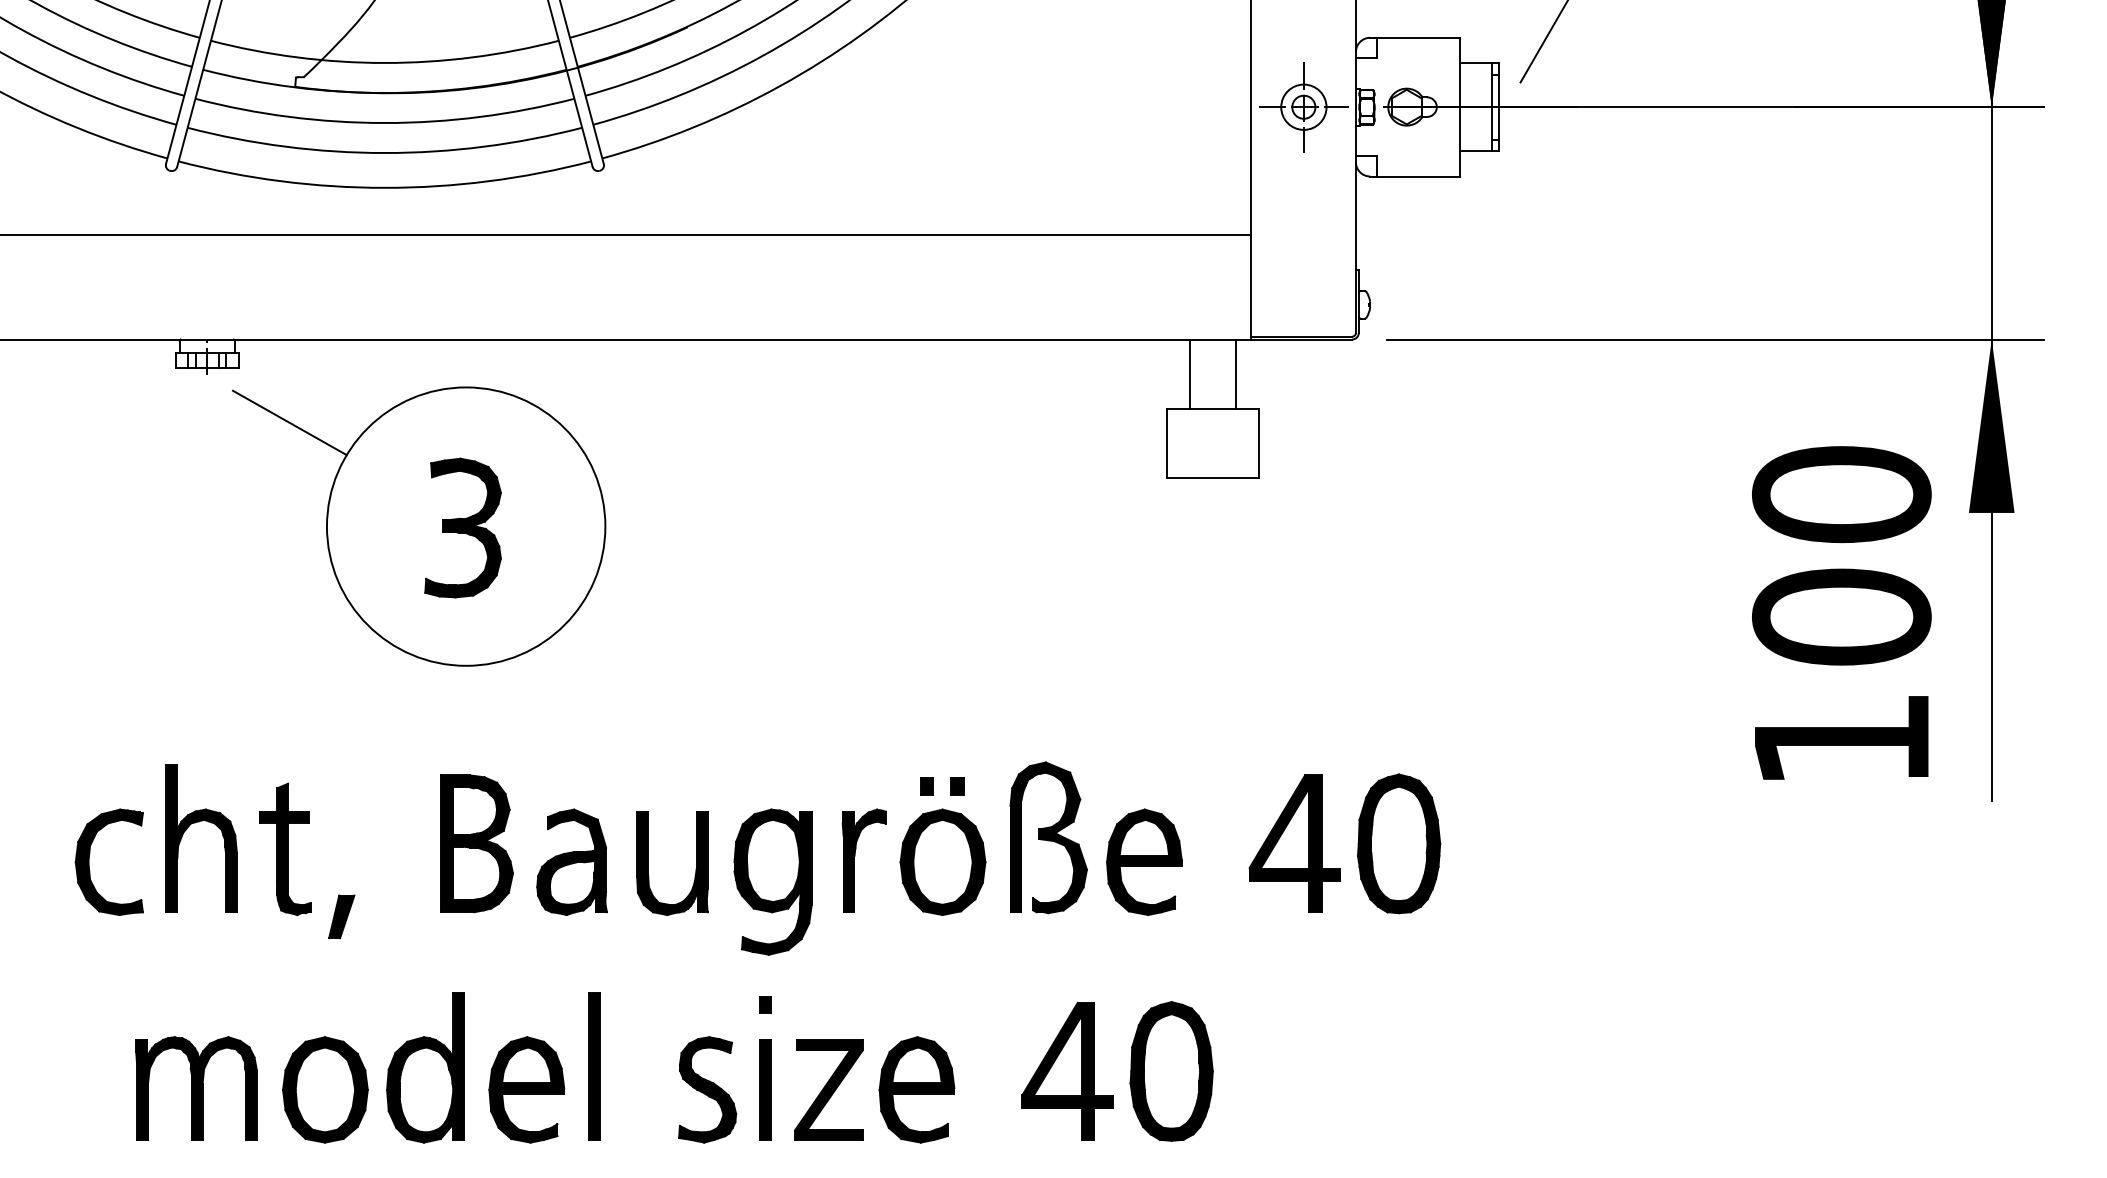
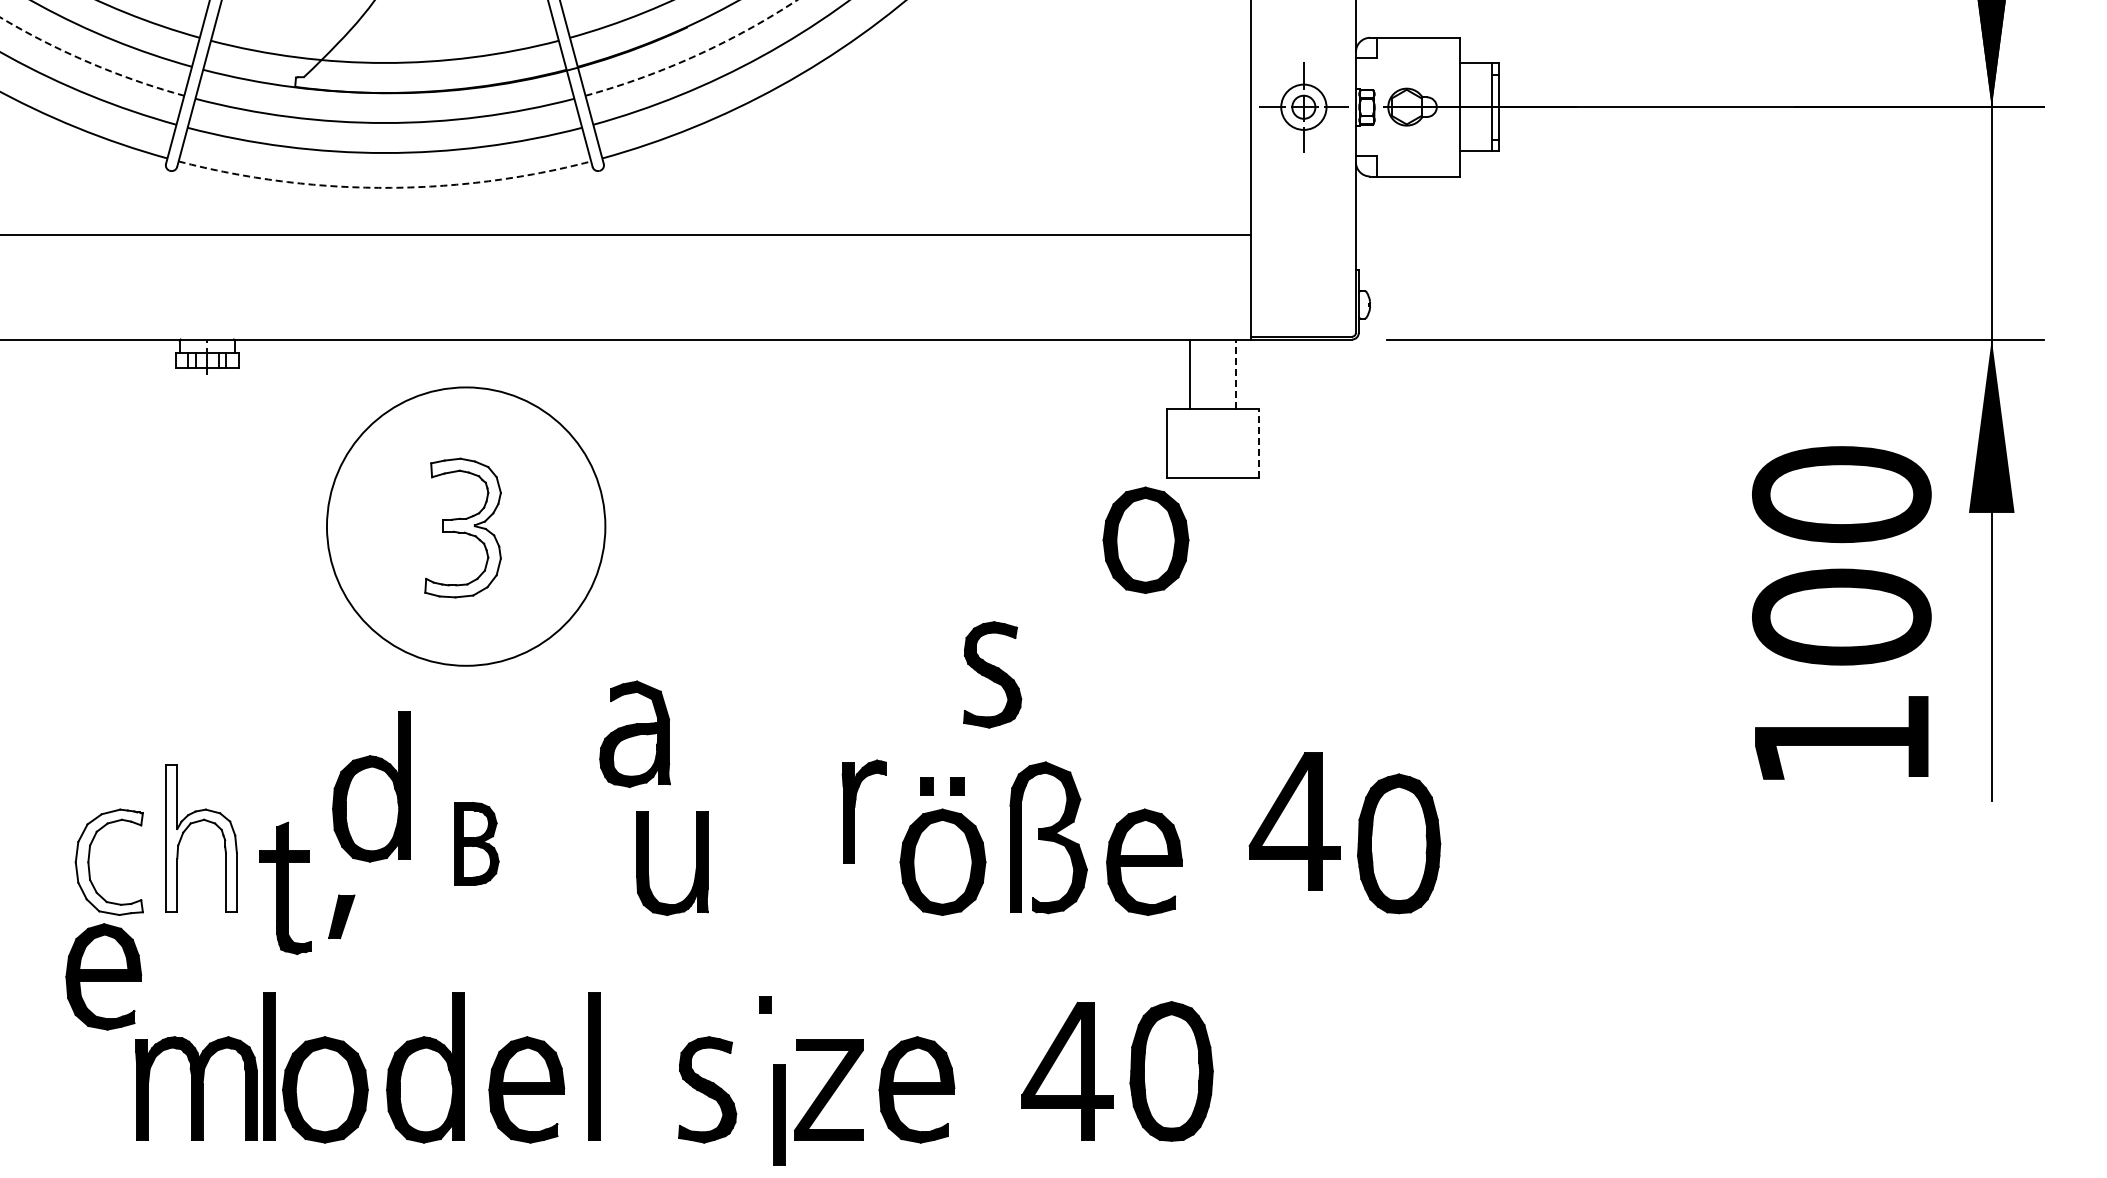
line at (1543, 42): present -> none
arc at (695, 56): solid -> dashed
arc at (89, 62): solid -> dashed
arc at (384, 187): solid -> dashed
line at (1236, 374): solid -> dashed
line at (289, 422): present -> none
line at (1259, 443): solid -> dashed
fill at (462, 527): present -> none
part at (1145, 539): none -> present
part at (992, 674): none -> present
part at (371, 786): none -> present
fill at (201, 838): present -> none
part at (476, 843) size: 74x140 px -> 46x85 px
part at (1294, 843) position: (1294, 843) -> (1294, 821)
part at (285, 849) position: (285, 849) -> (285, 888)
part at (855, 856) position: (855, 856) -> (855, 807)
part at (571, 861) position: (571, 861) -> (634, 733)
fill at (108, 862): present -> none
part at (772, 881): present -> none
part at (103, 976): none -> present
part at (269, 1066): none -> present
part at (765, 1089) position: (765, 1089) -> (779, 1114)
